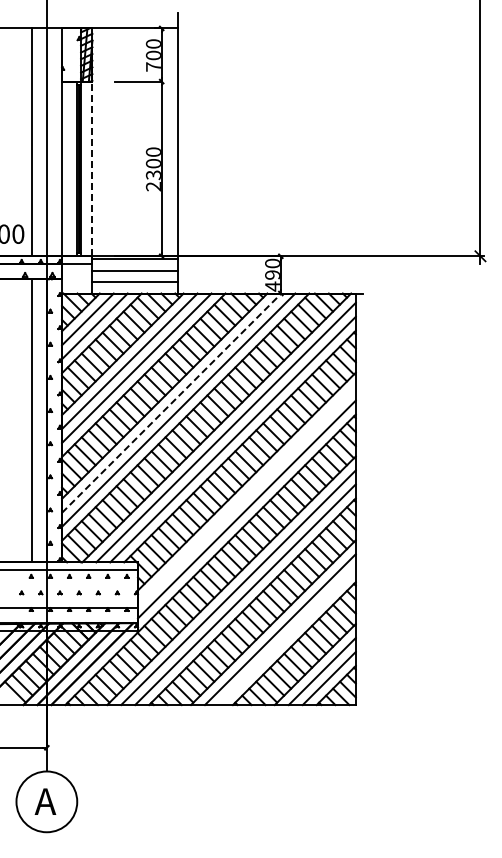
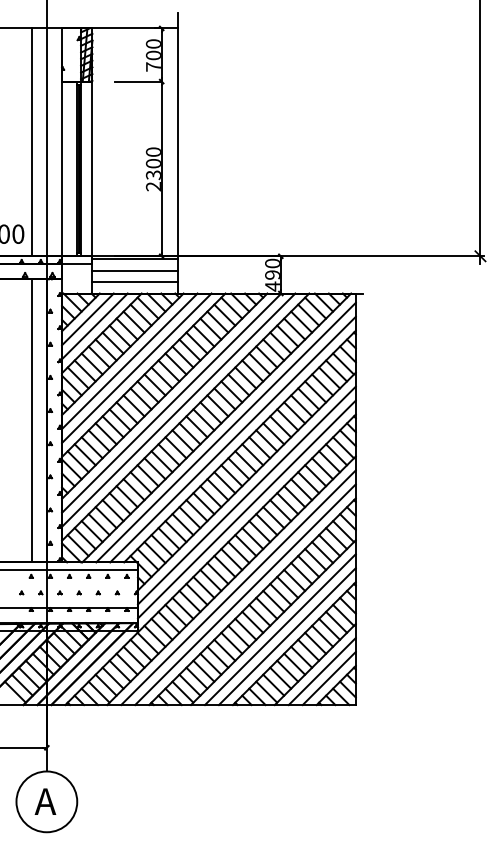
line at (92, 168): dashed -> solid
line at (172, 402): dashed -> solid
line at (246, 495): none -> present
line at (286, 636): none -> present
